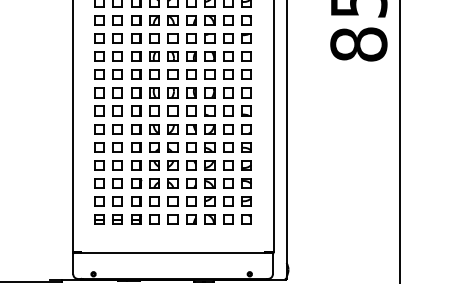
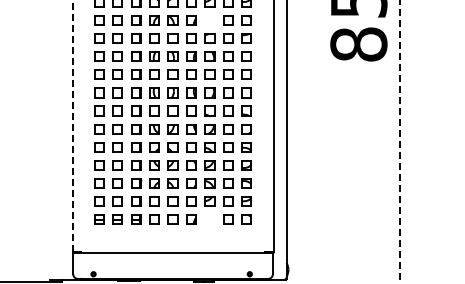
part at (209, 20): present -> none
line at (72, 126): solid -> dashed
line at (400, 141): solid -> dashed
part at (209, 219): present -> none
